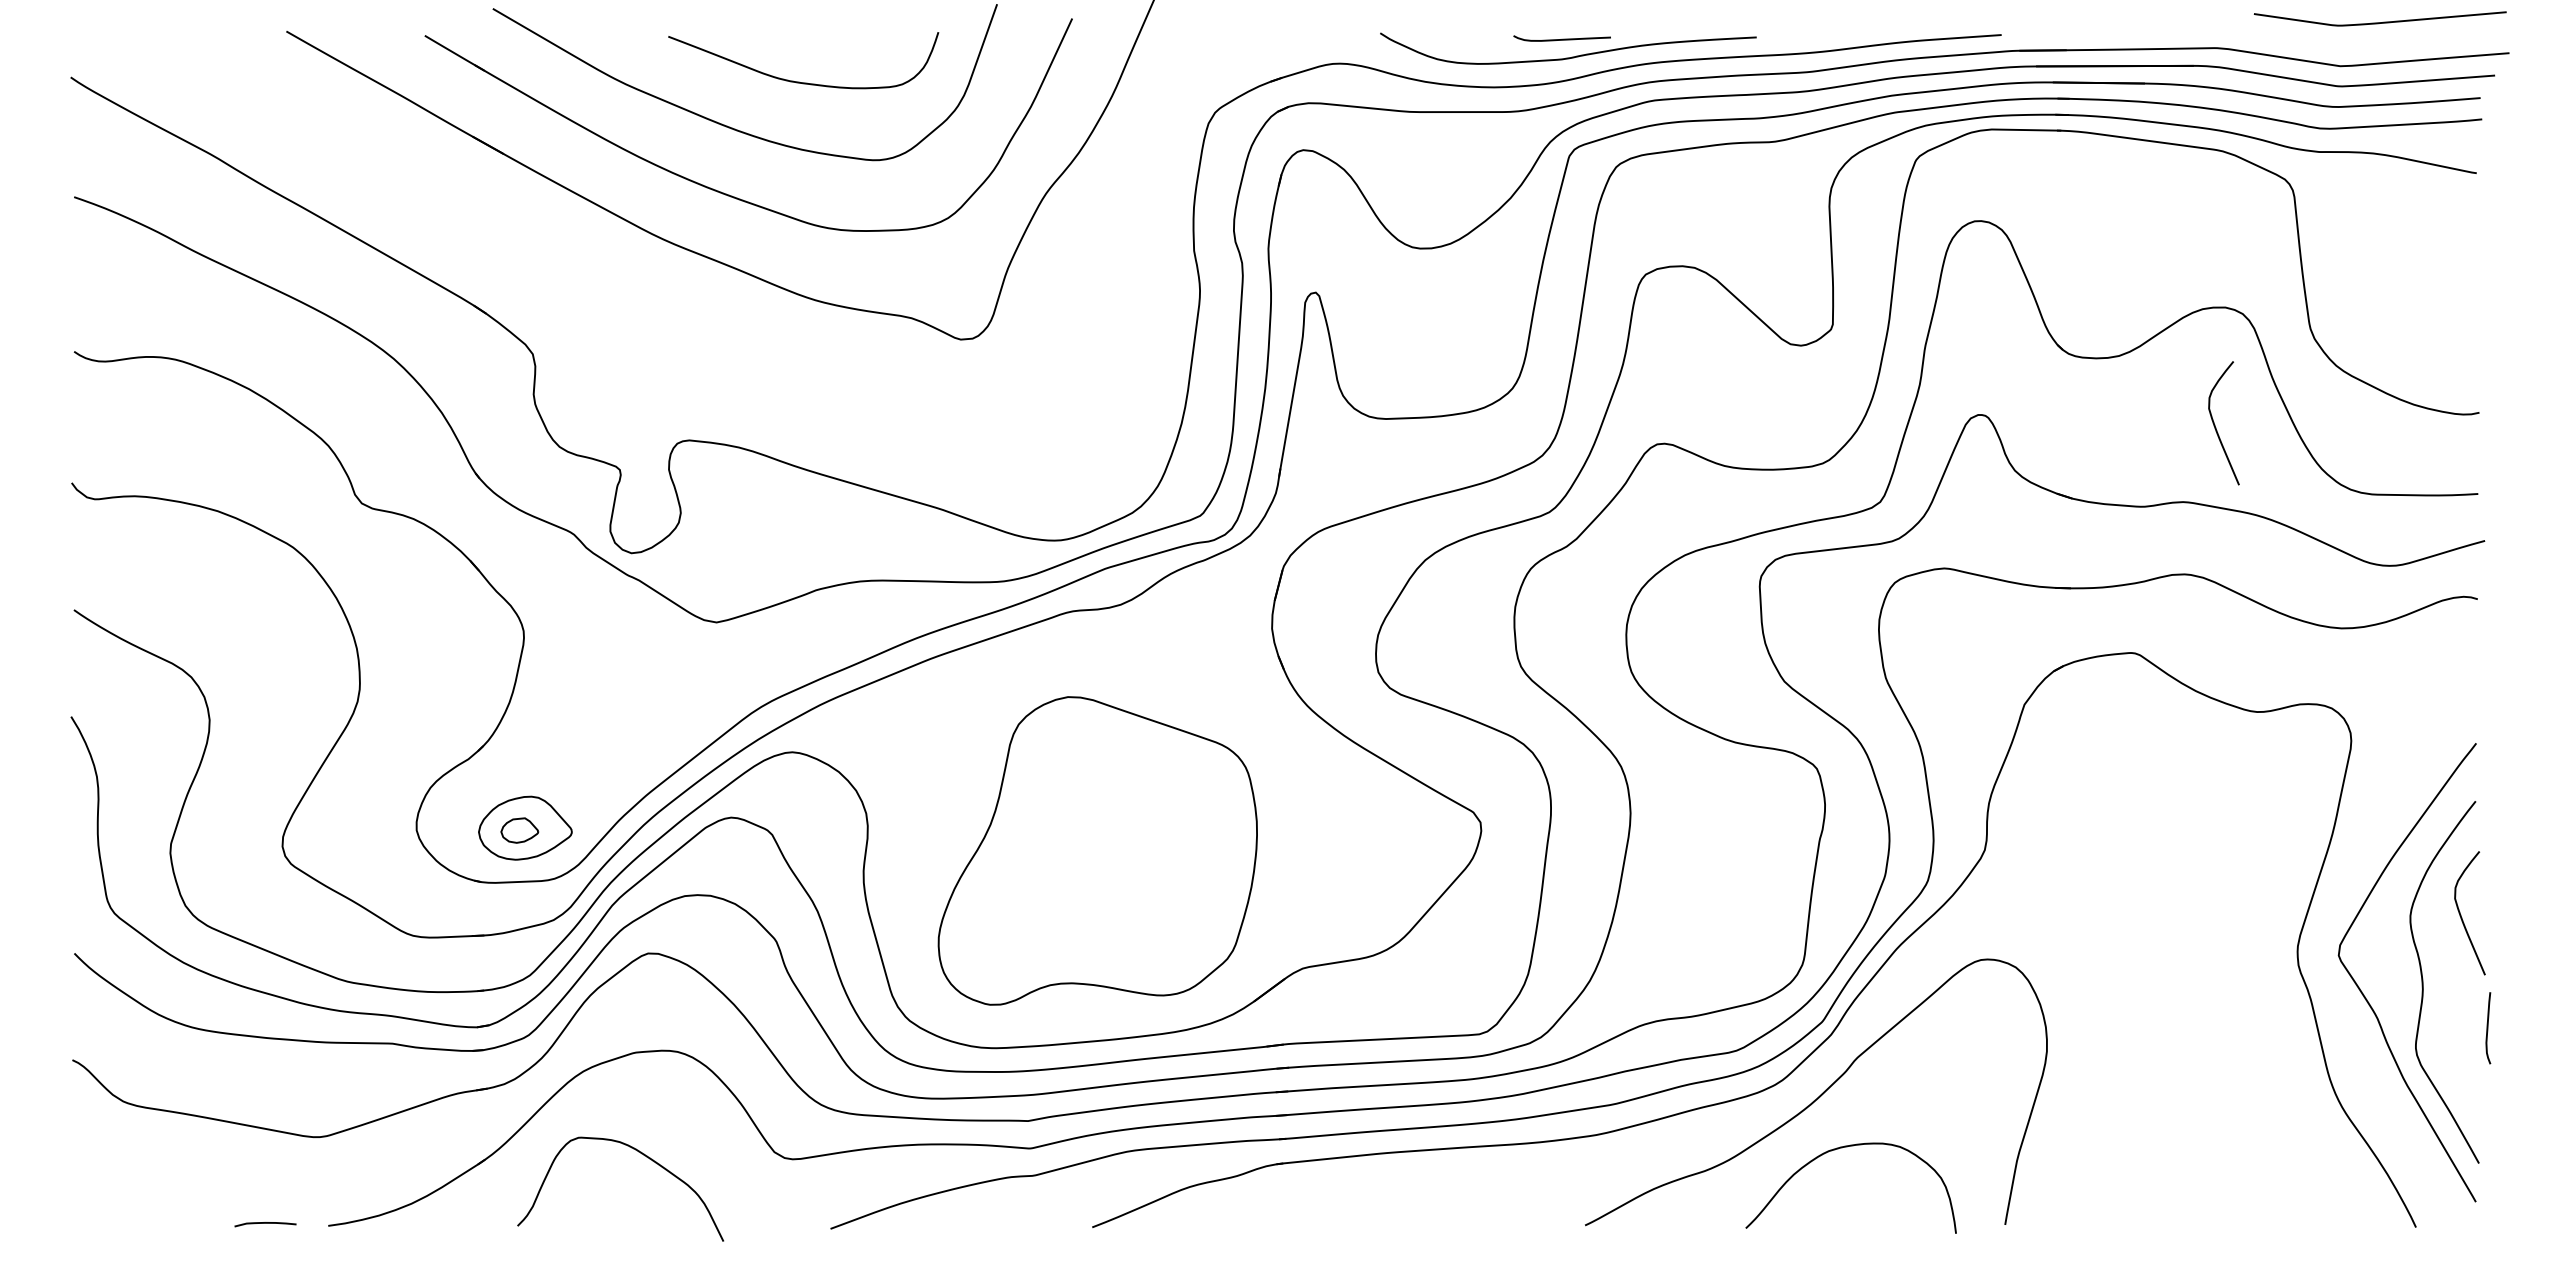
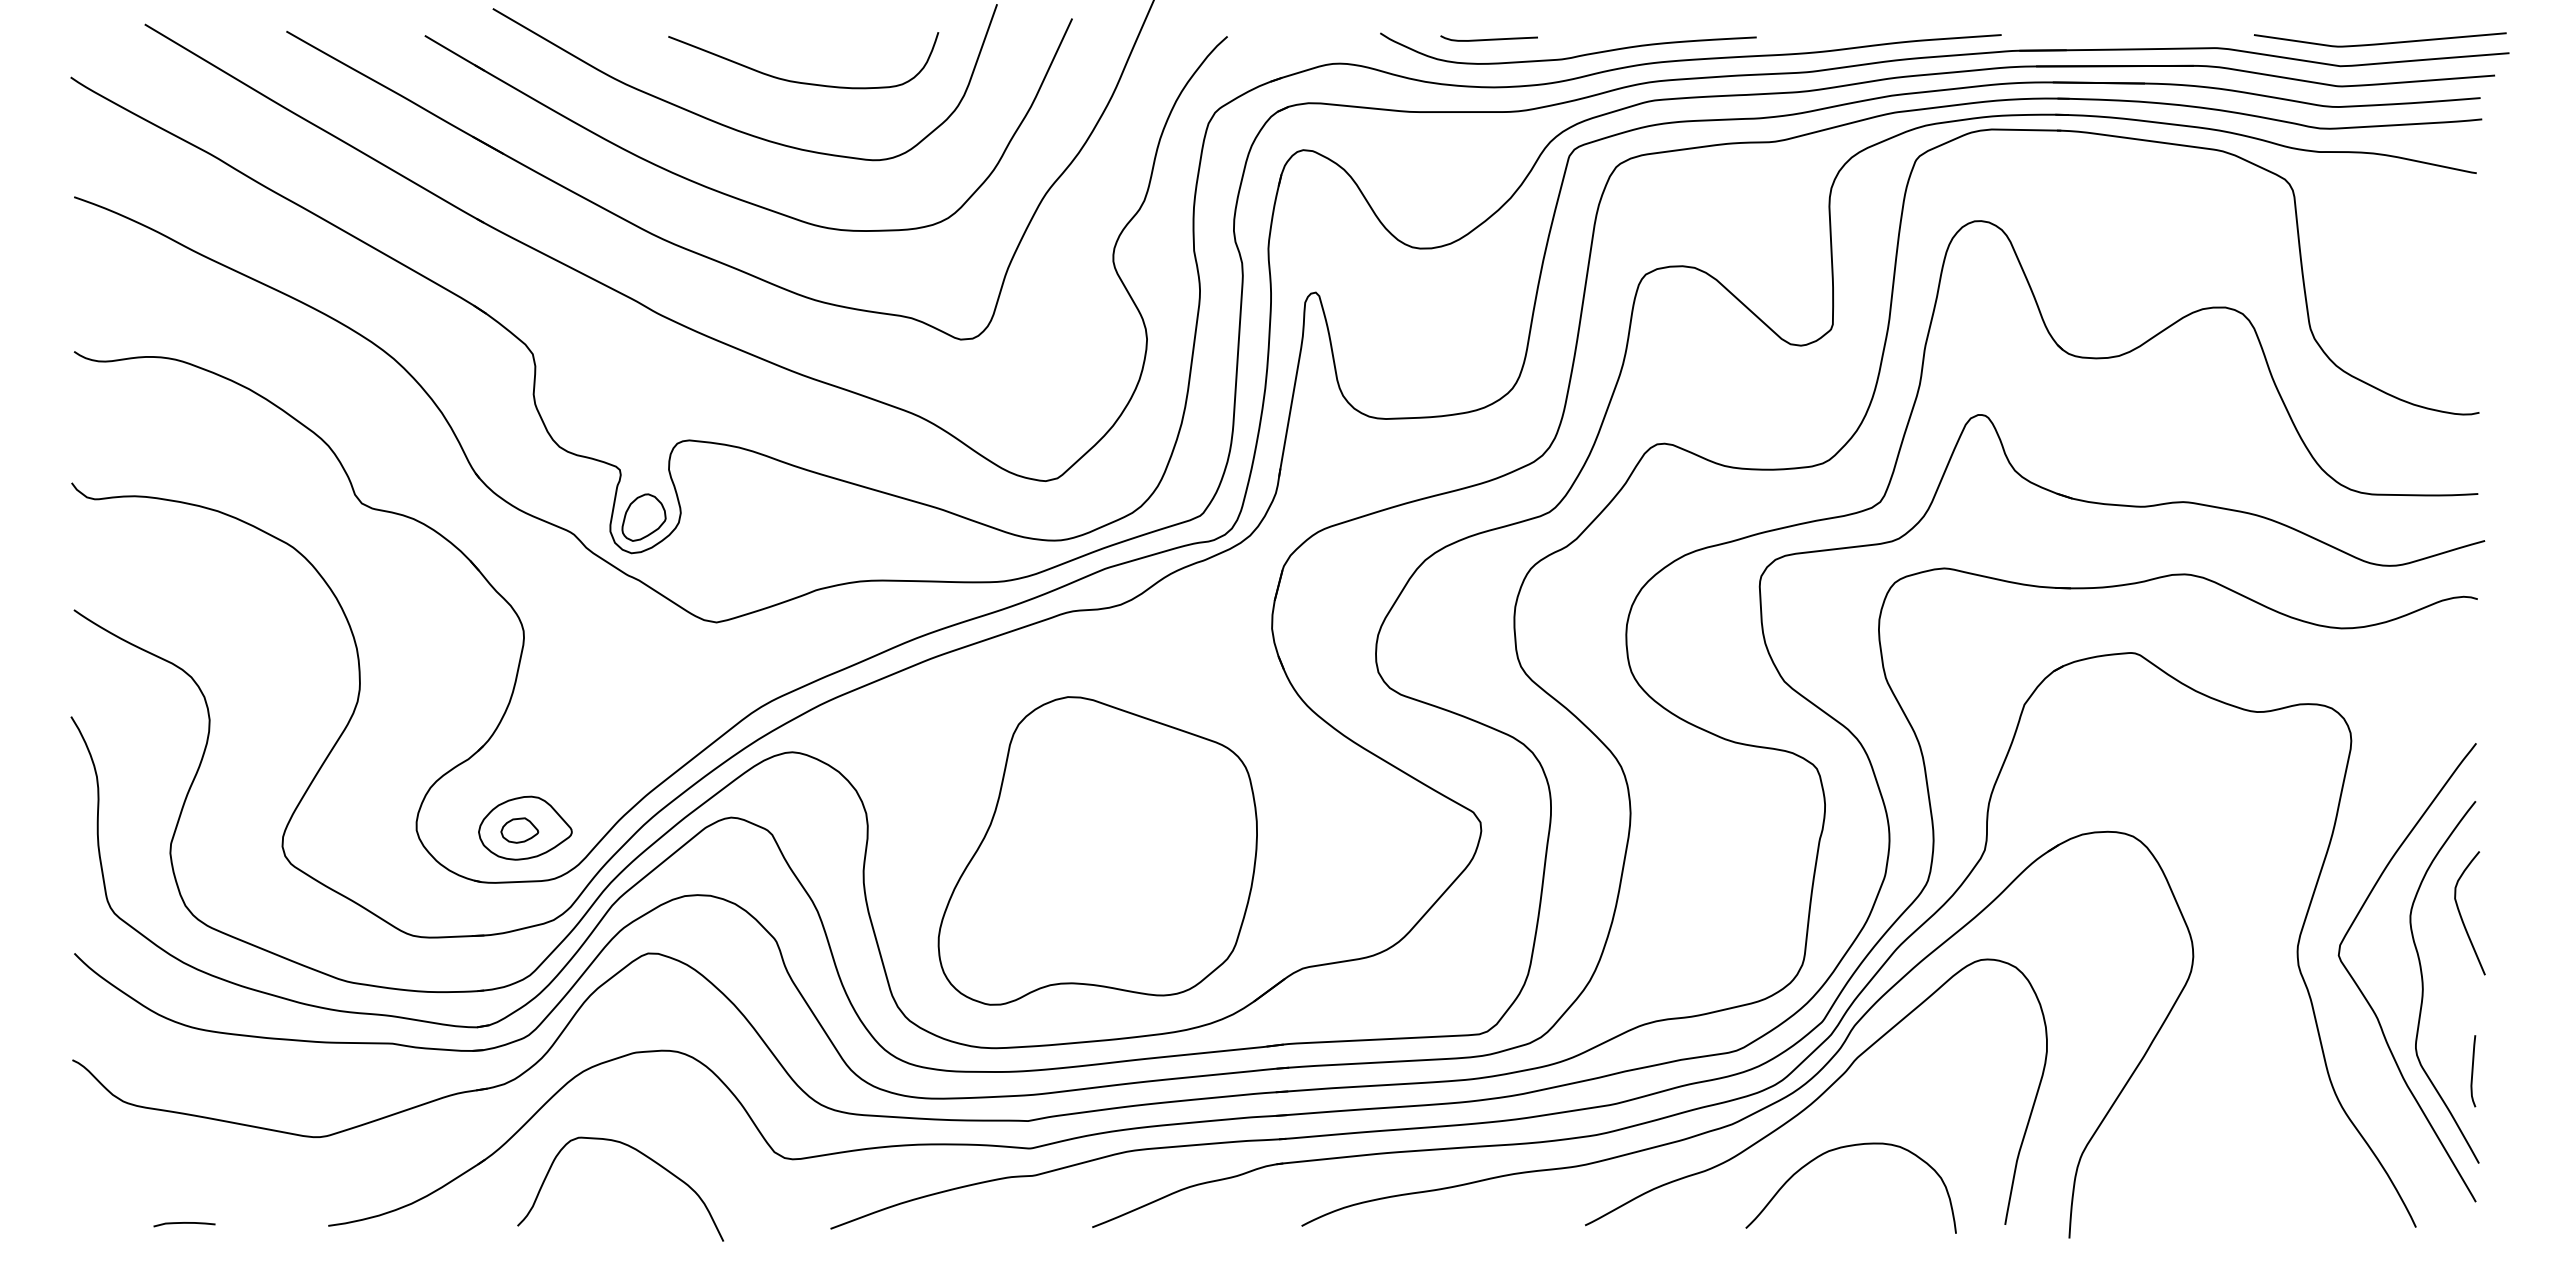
curve at (2379, 22) position: (2379, 22) -> (2379, 43)
curve at (1562, 38) position: (1562, 38) -> (1489, 38)
part at (649, 307): none -> present
curve at (2215, 424): present -> none
part at (643, 517): none -> present
curve at (2488, 1028) position: (2488, 1028) -> (2473, 1071)
part at (1782, 1097): none -> present
curve at (265, 1223) position: (265, 1223) -> (184, 1223)
